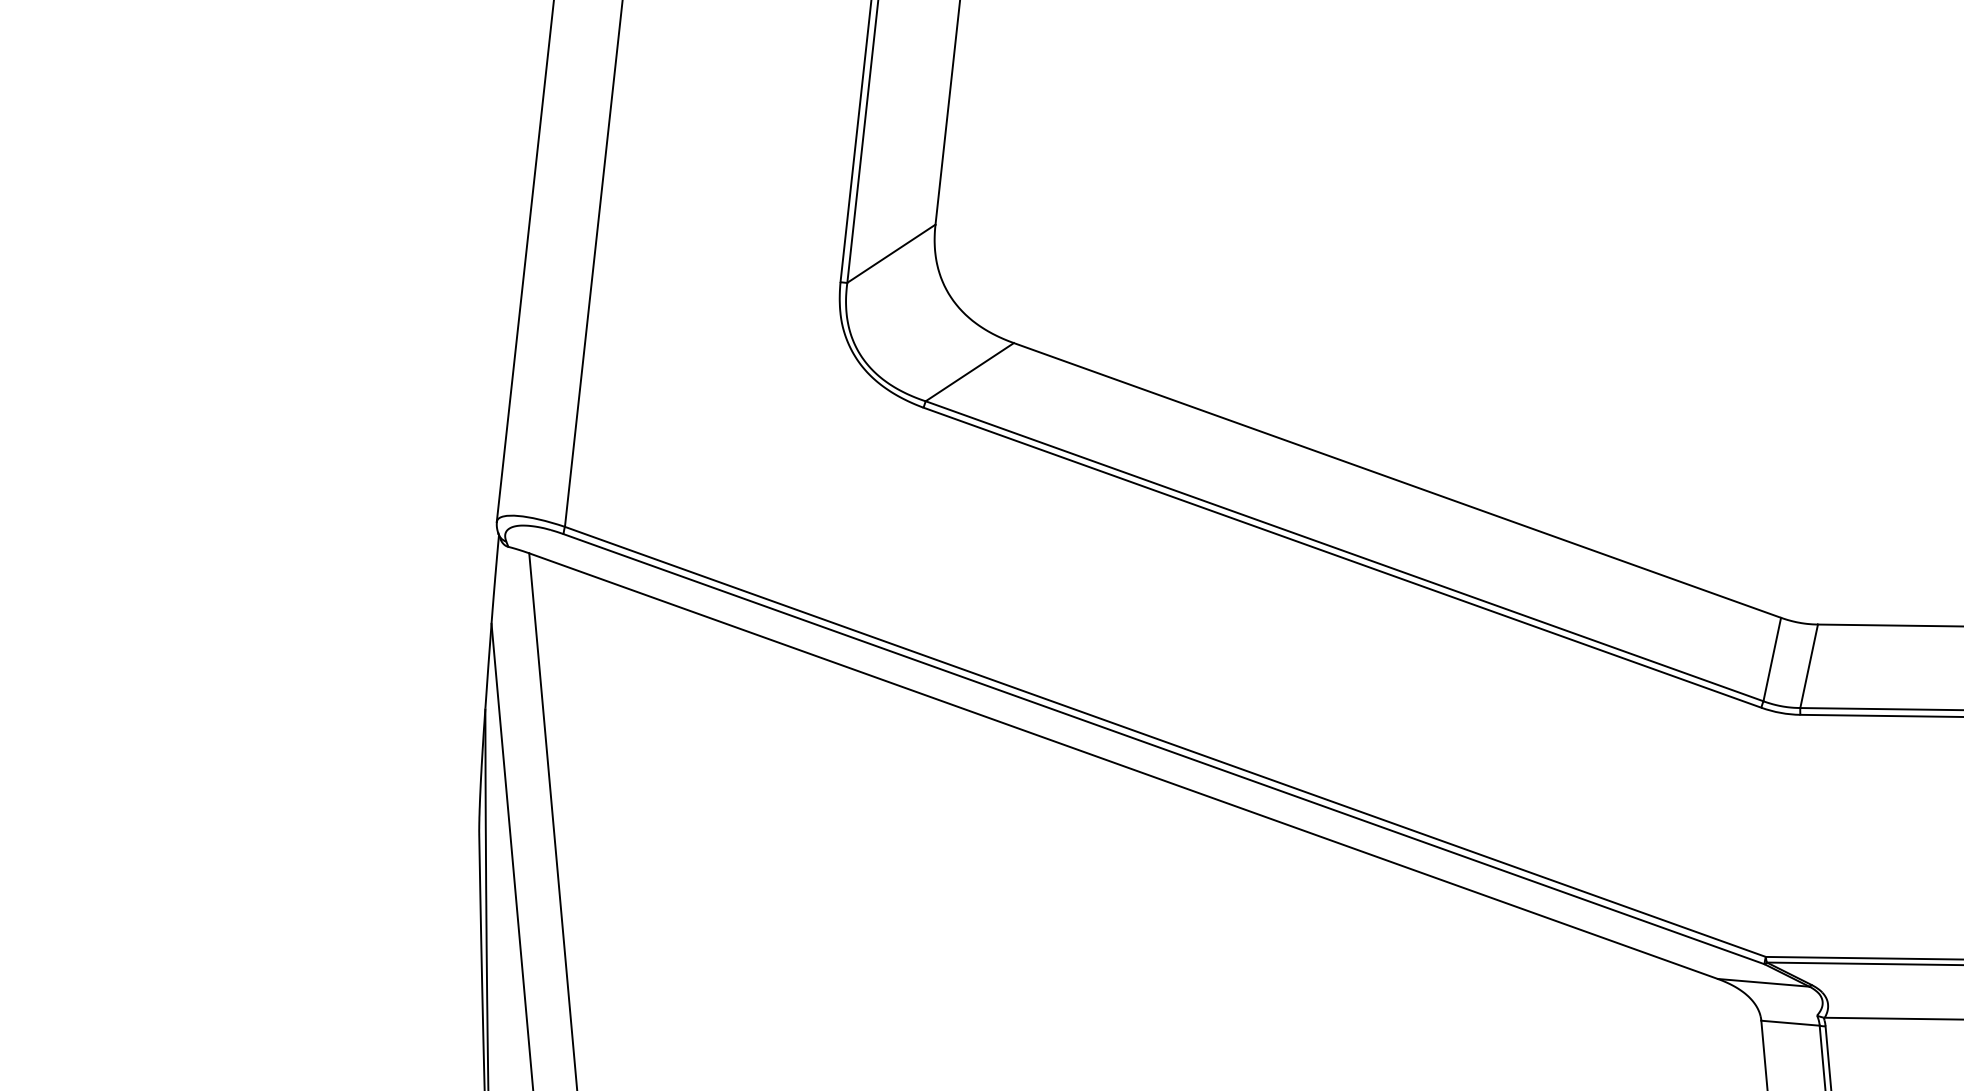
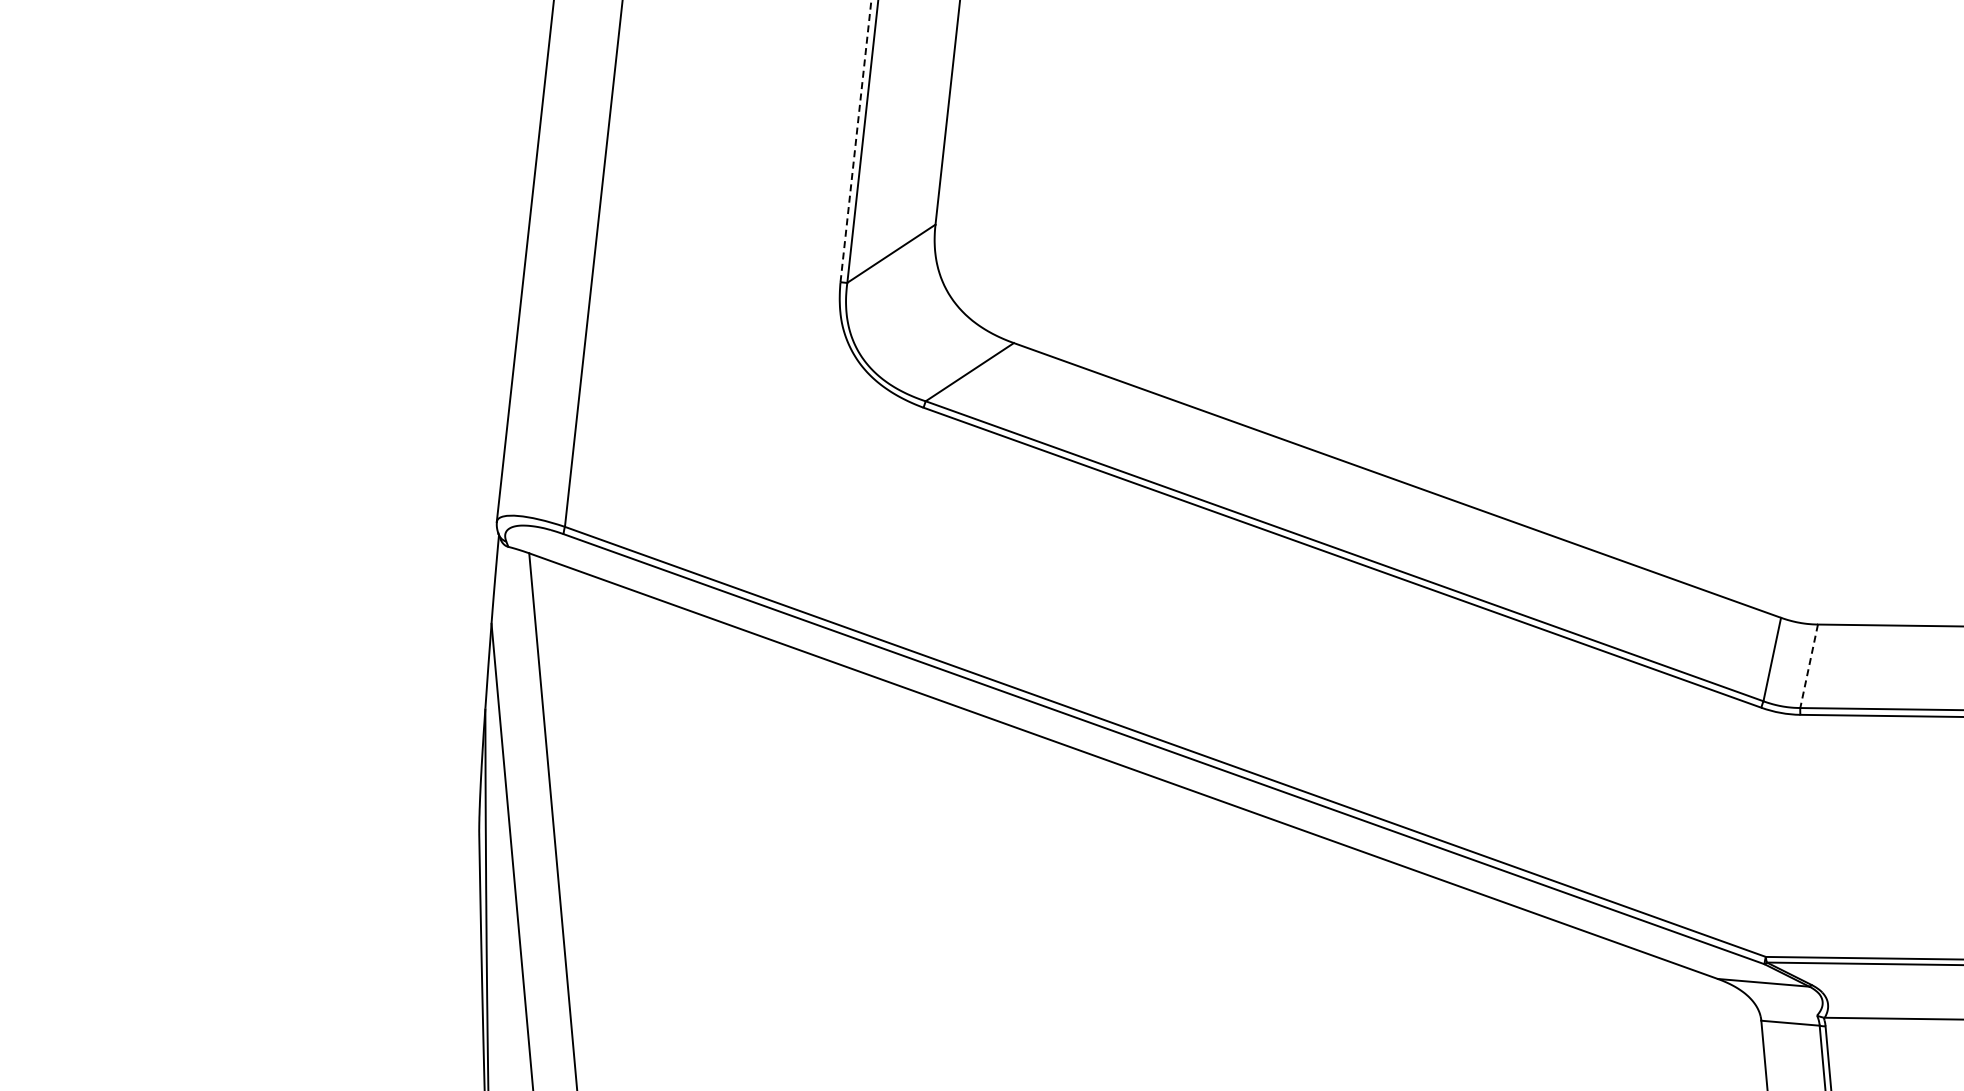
line at (855, 141): solid -> dashed
line at (1809, 666): solid -> dashed
